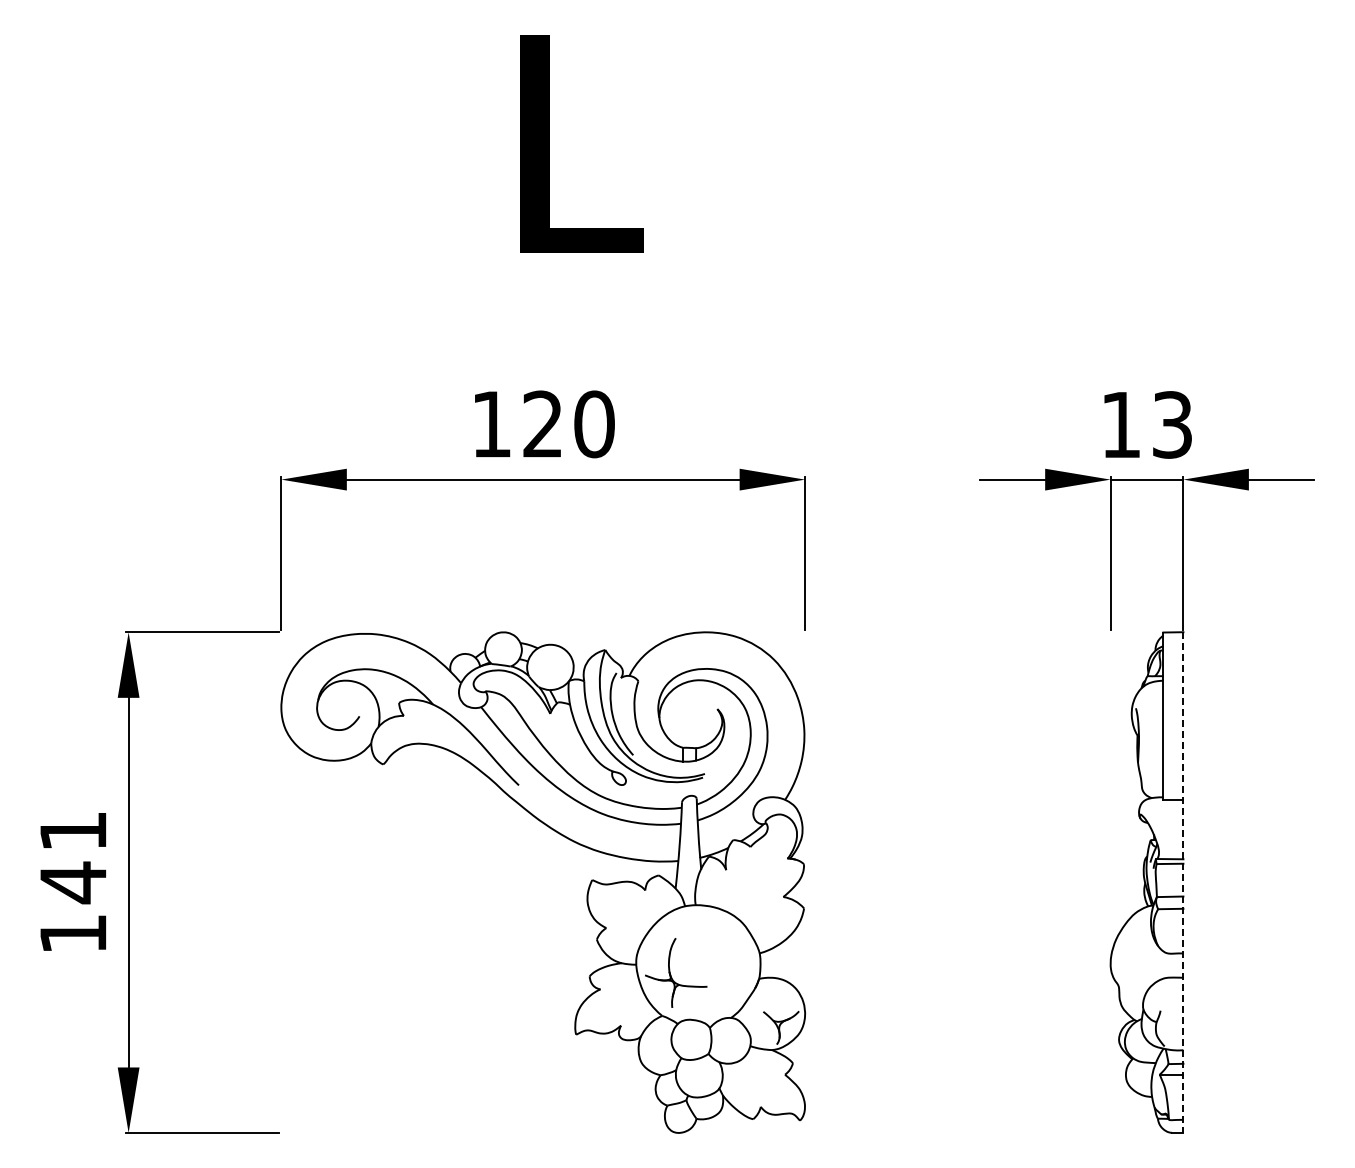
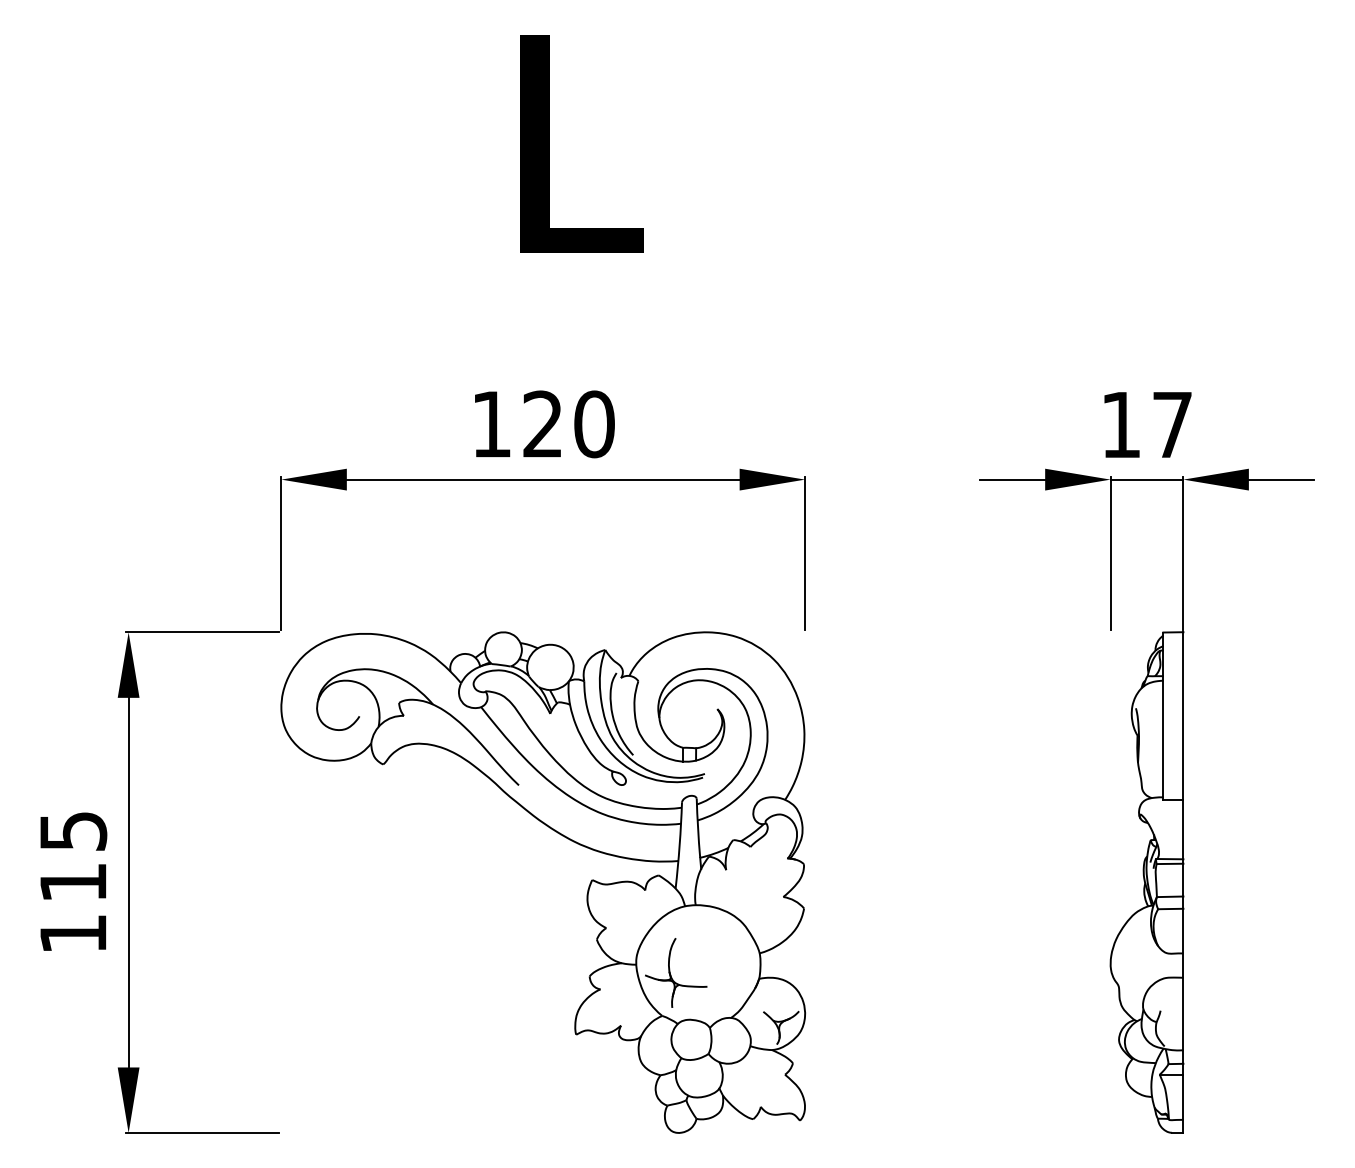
text at (1172, 424): 13 -> 17
text at (73, 858): 141 -> 115
line at (1183, 883): dashed -> solid
